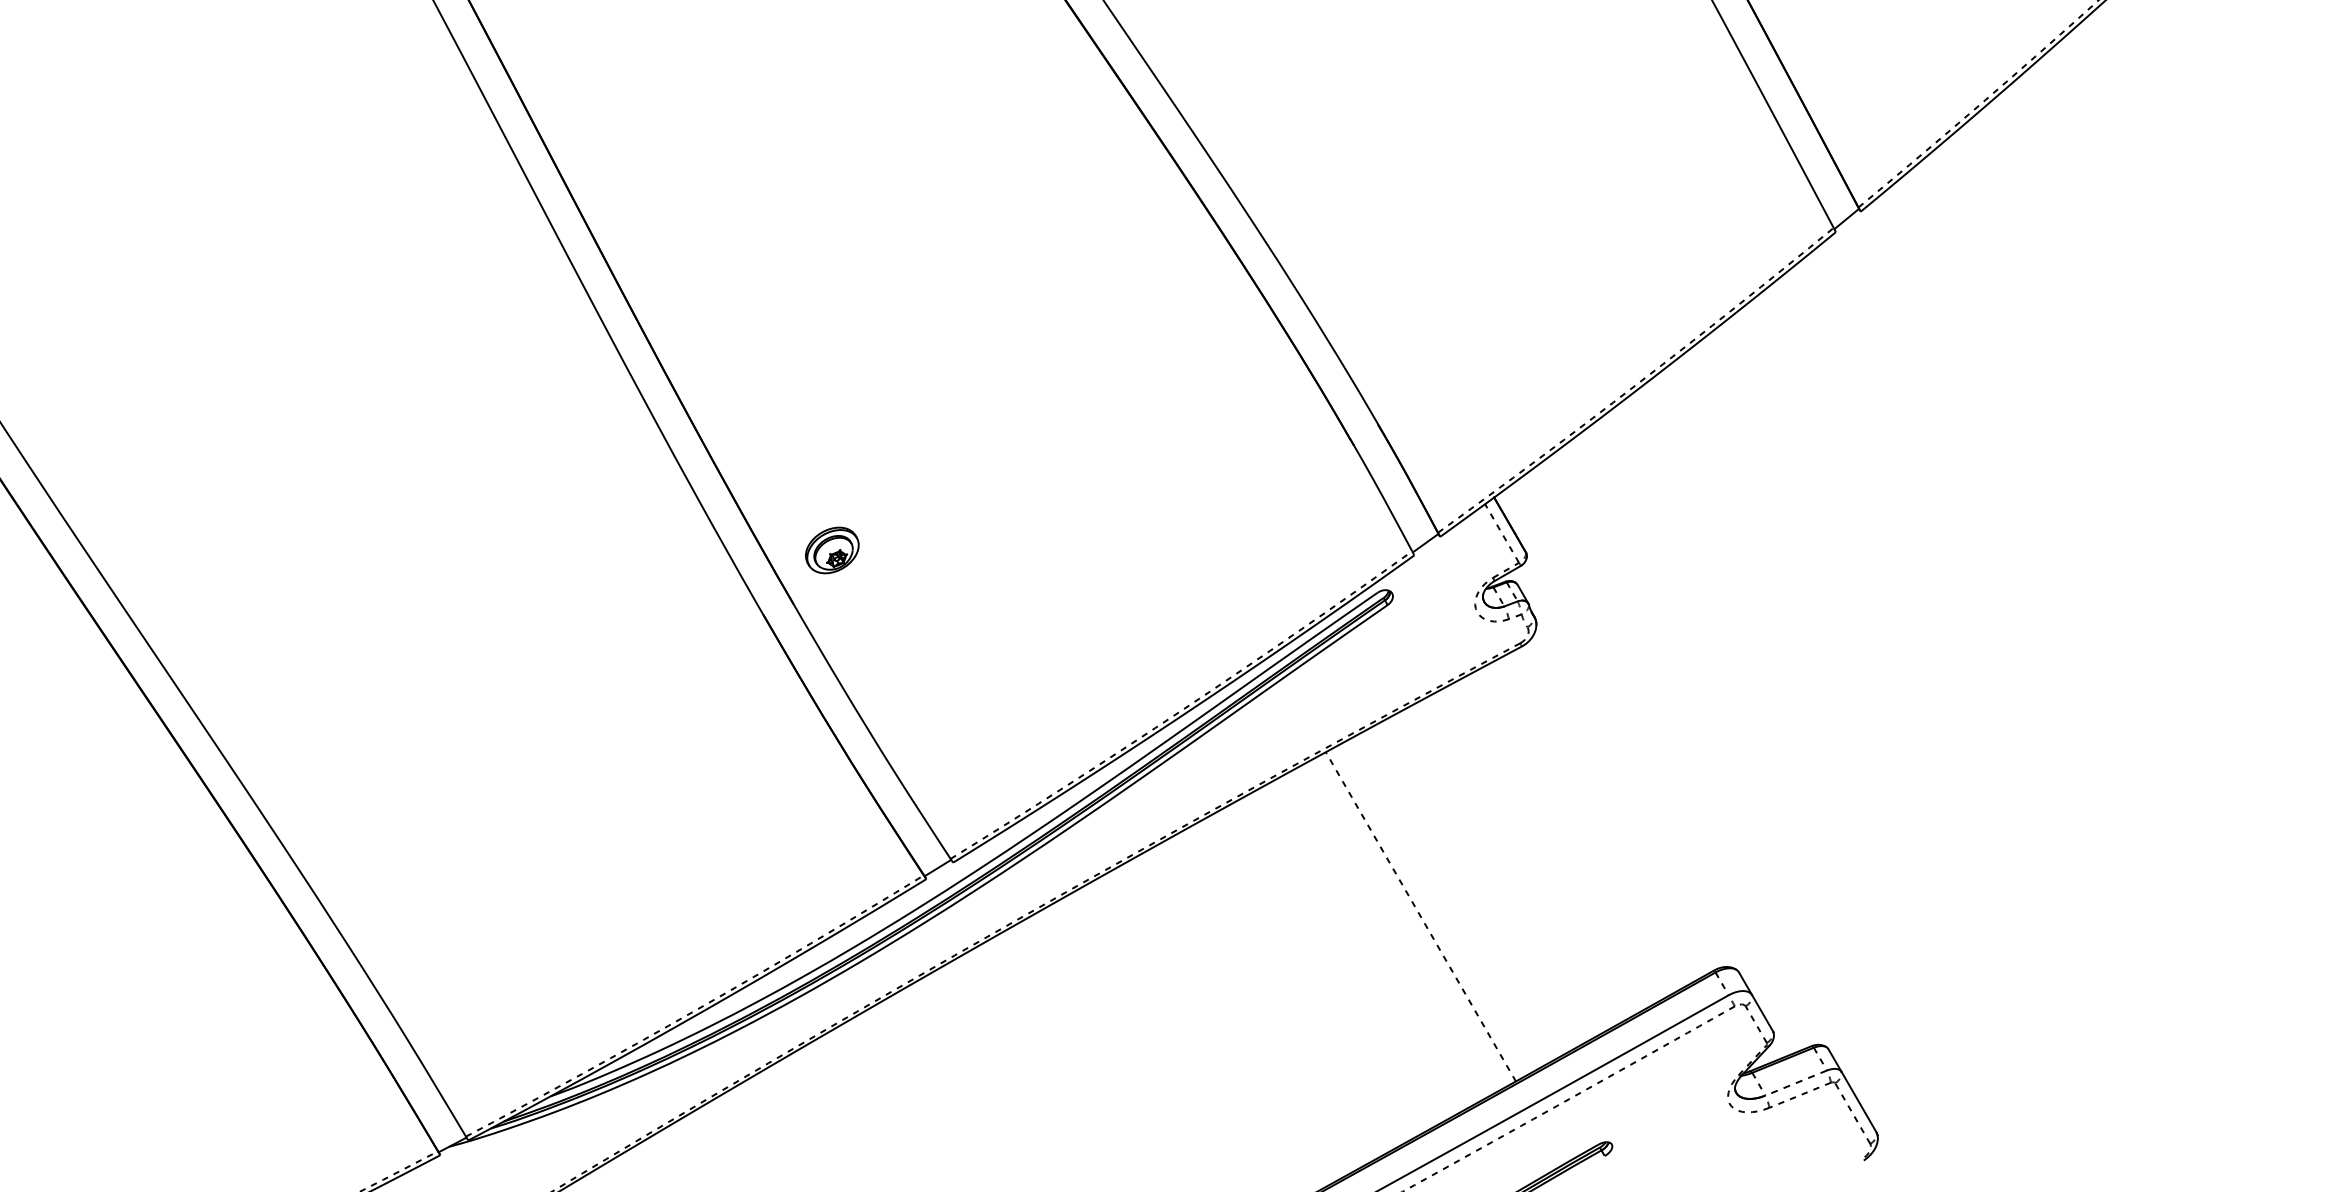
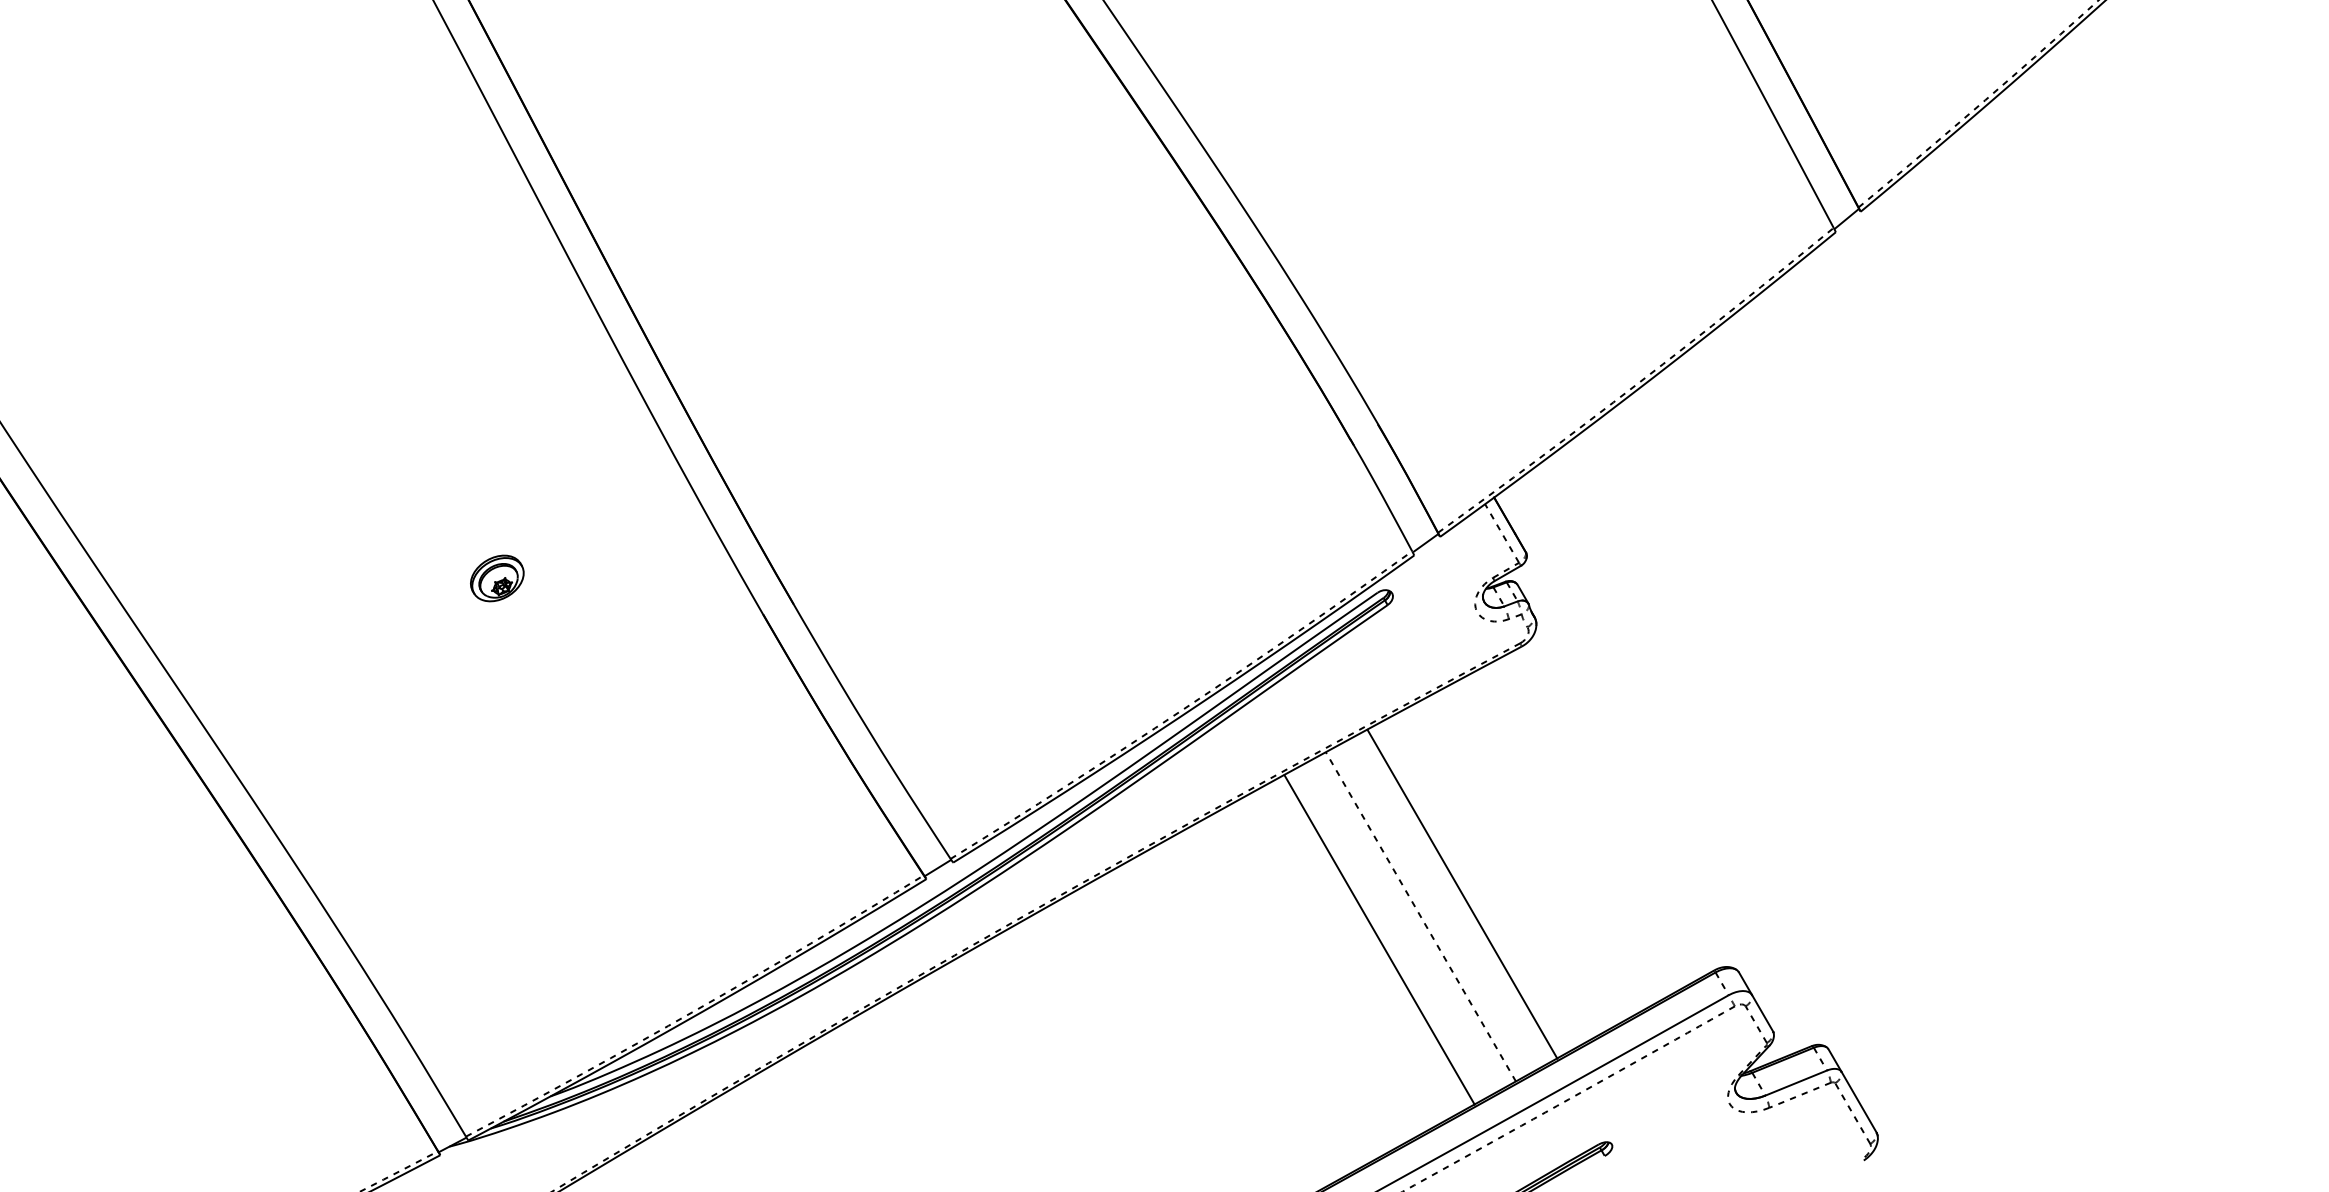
part at (832, 550) position: (832, 550) -> (497, 578)
line at (1462, 893): none -> present
line at (1379, 939): none -> present
line at (1795, 1083): dashed -> solid
